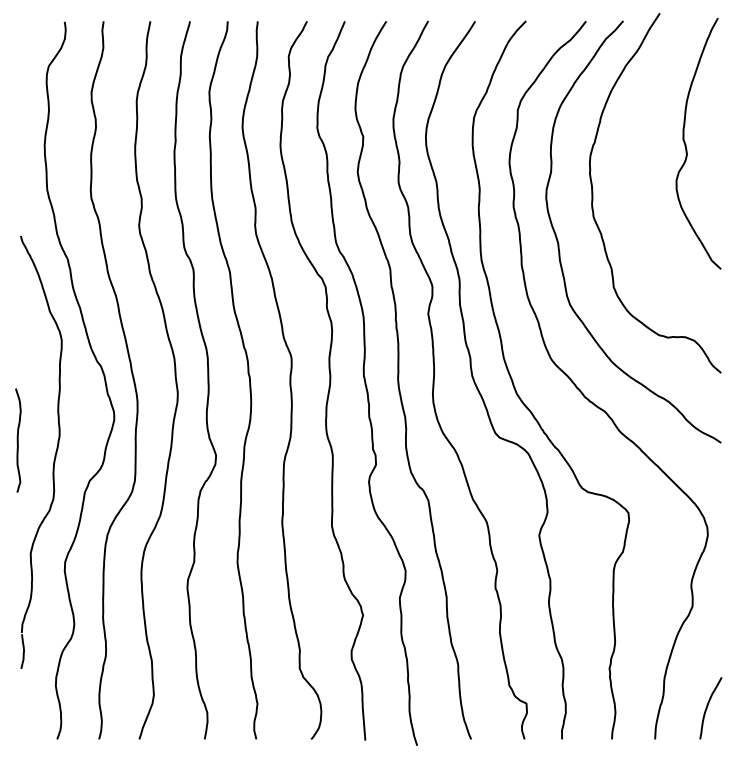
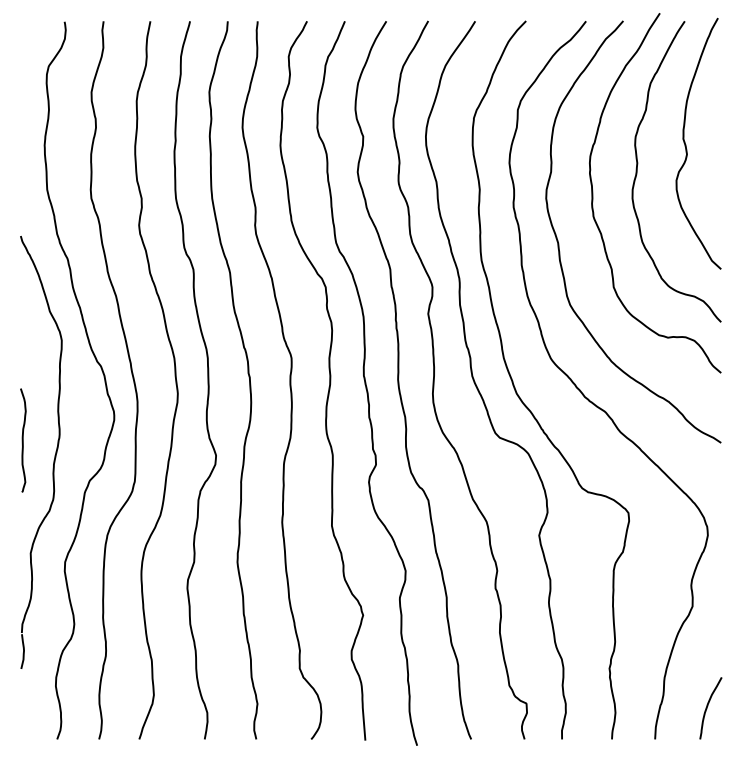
curve at (638, 164): none -> present
curve at (18, 440) position: (18, 440) -> (23, 440)
